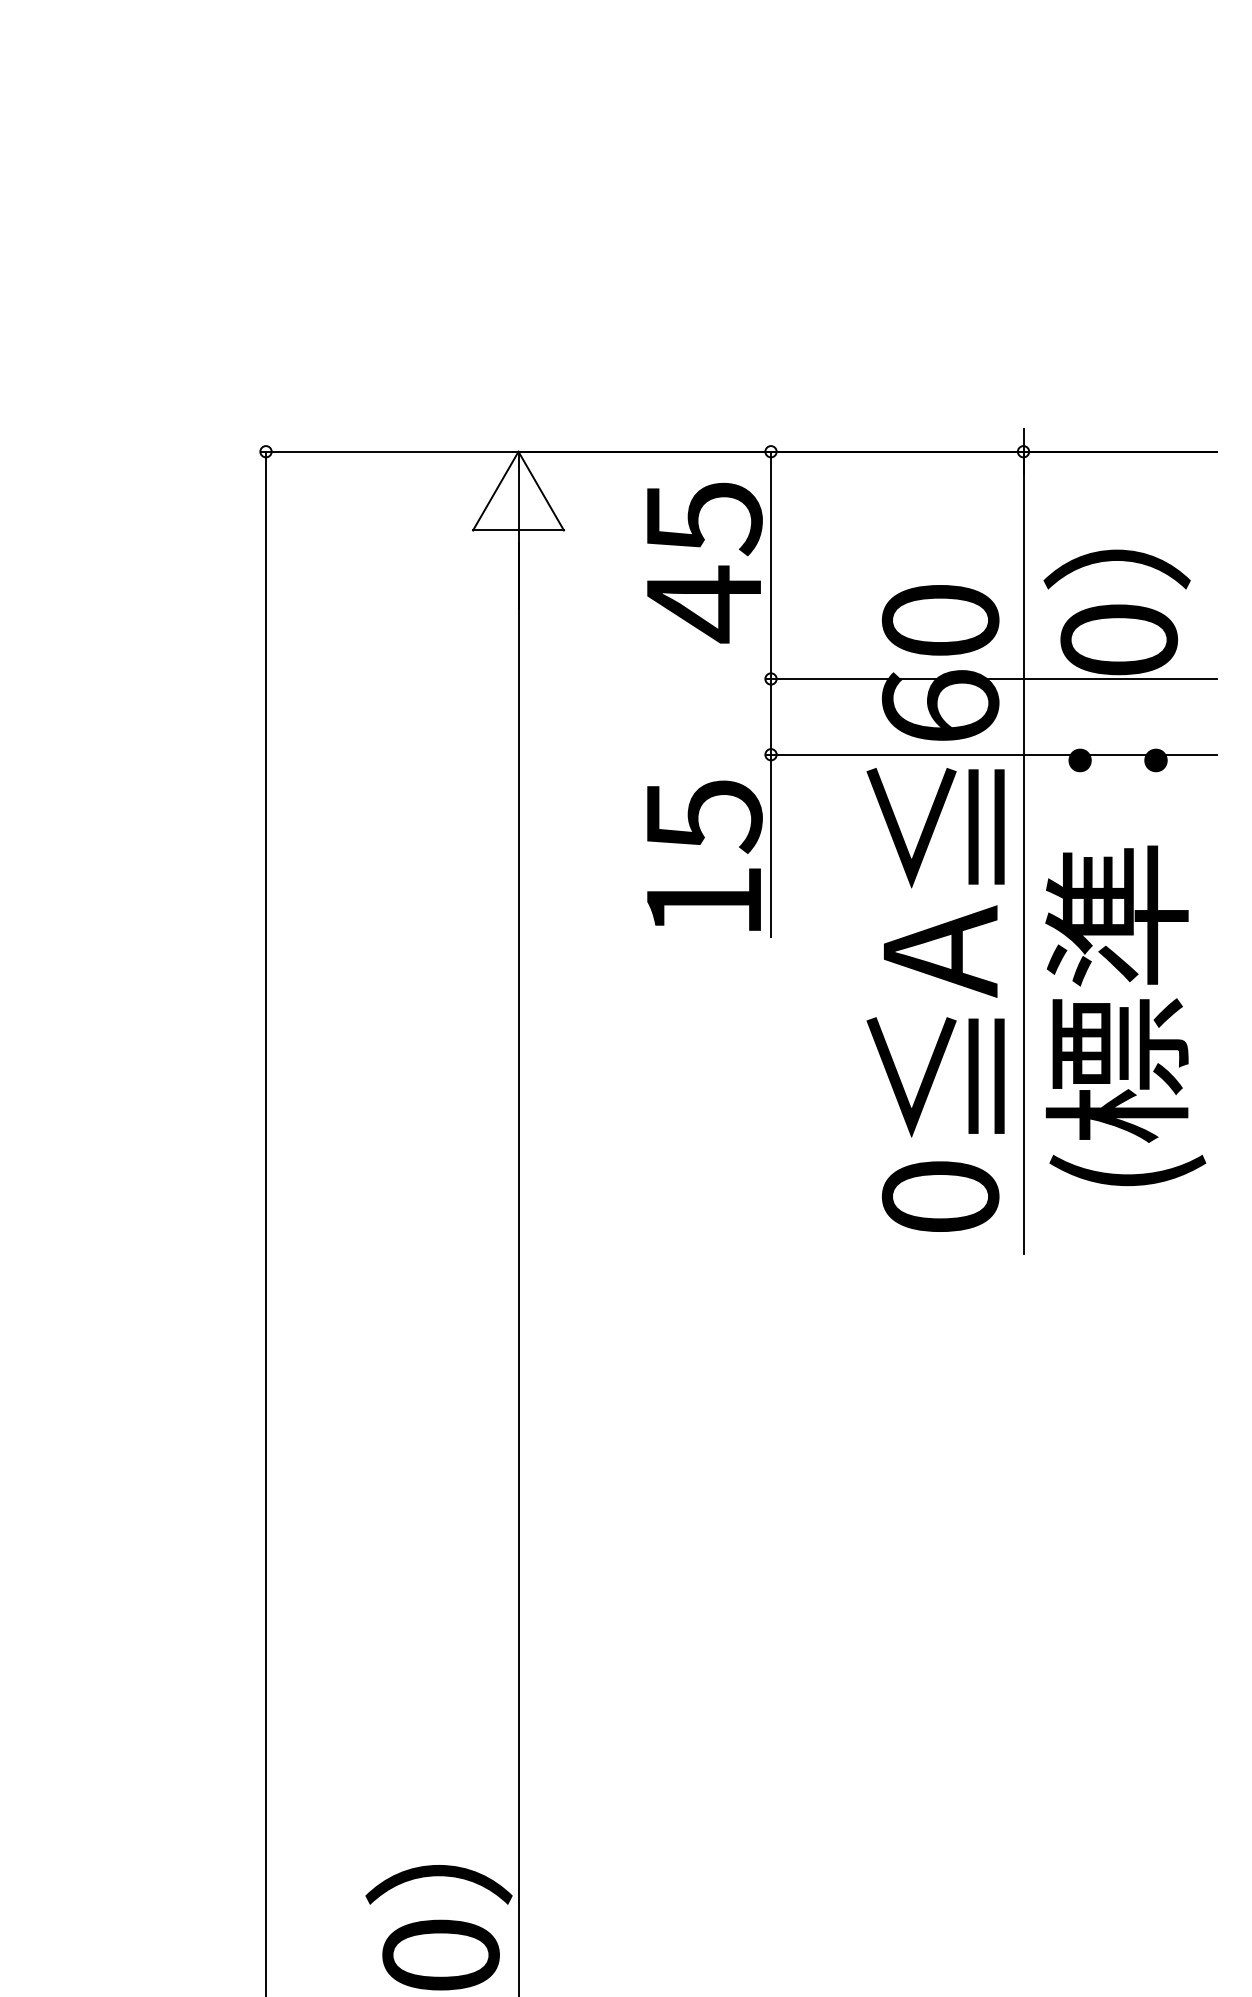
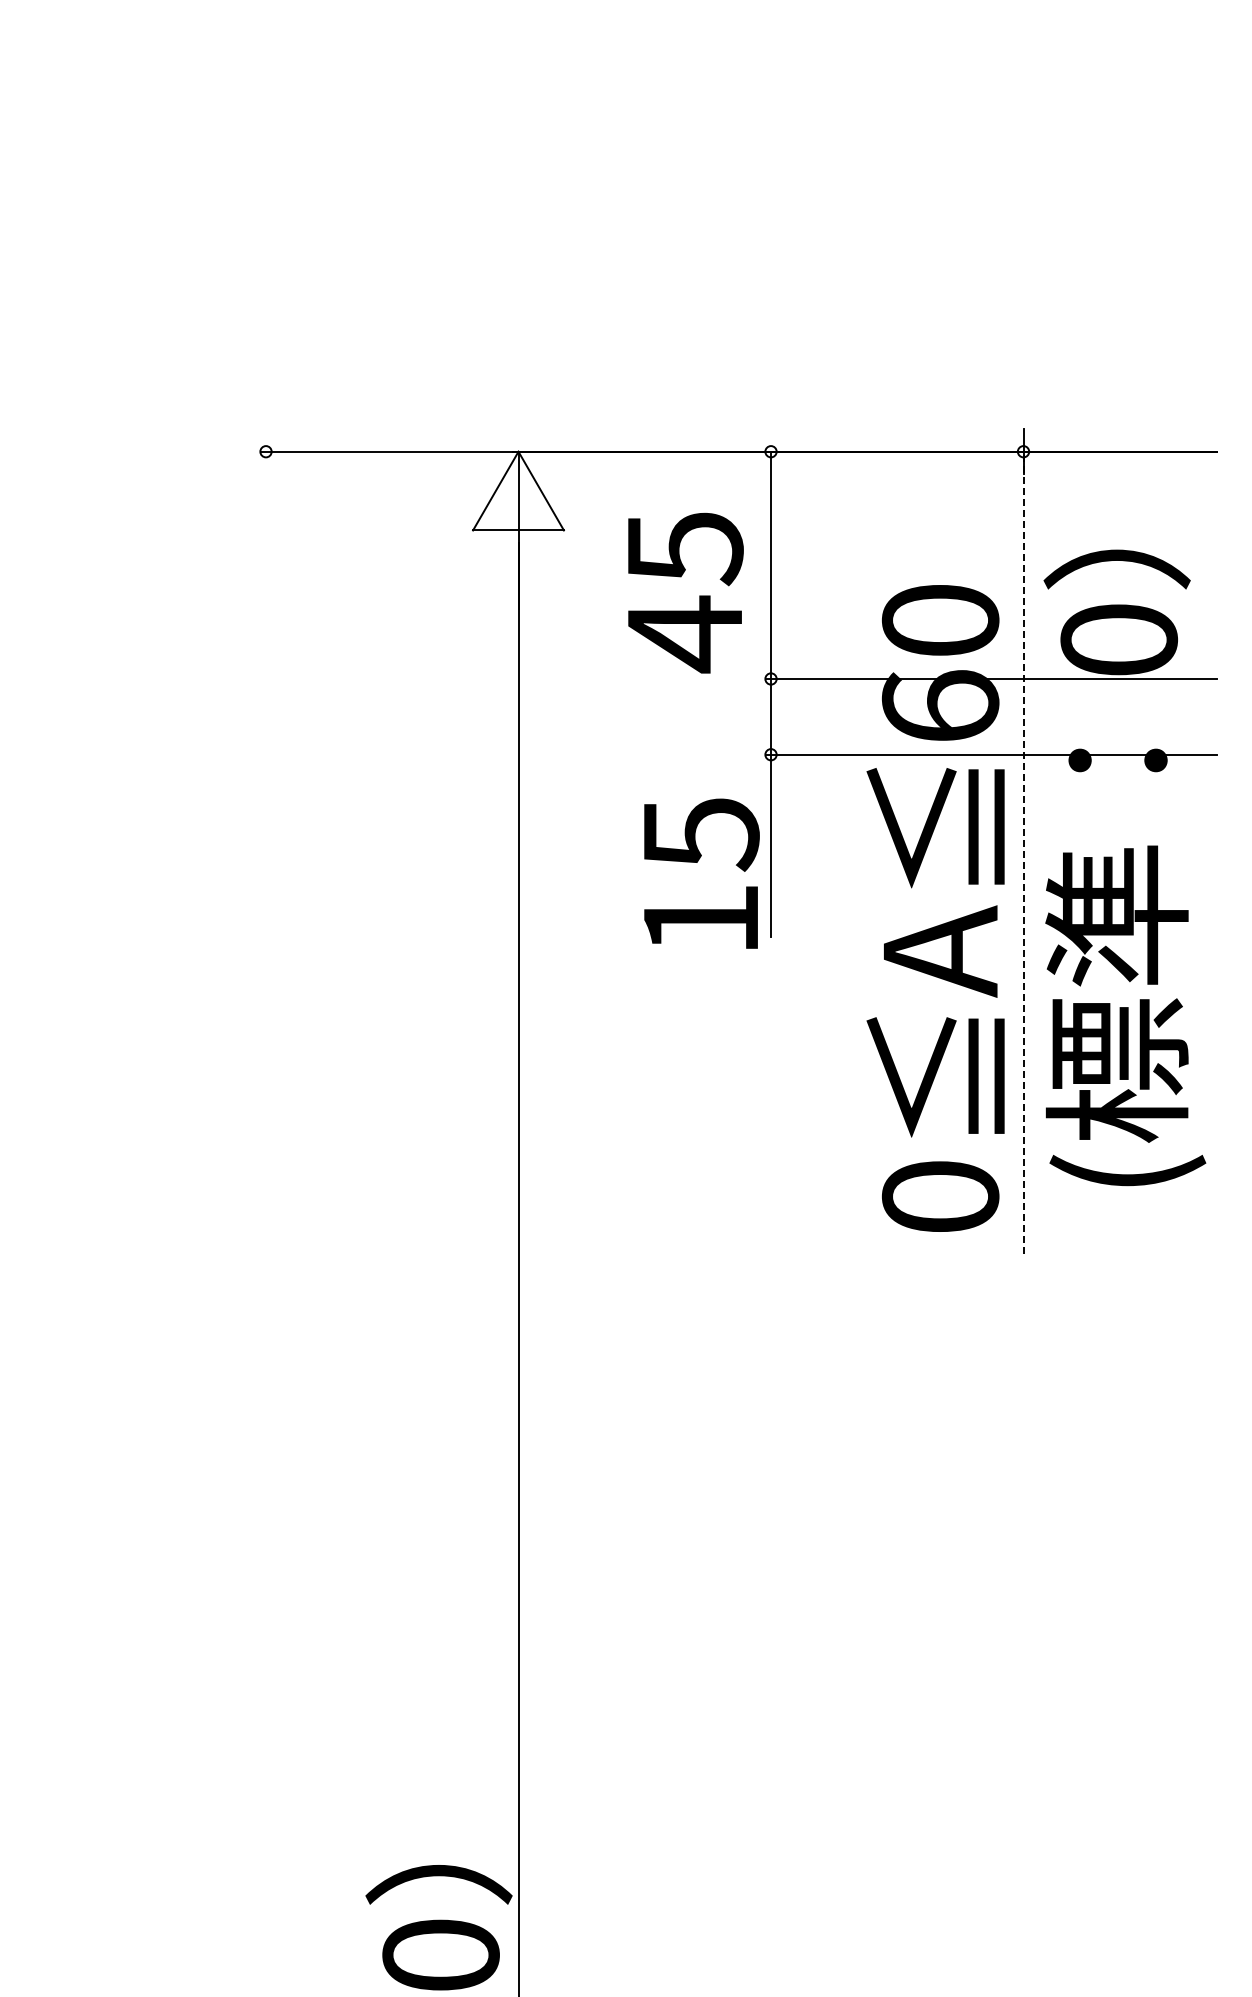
text at (704, 562) position: (704, 562) -> (685, 592)
line at (1023, 852): solid -> dashed
text at (704, 855) position: (704, 855) -> (701, 873)
line at (266, 1222): present -> none
